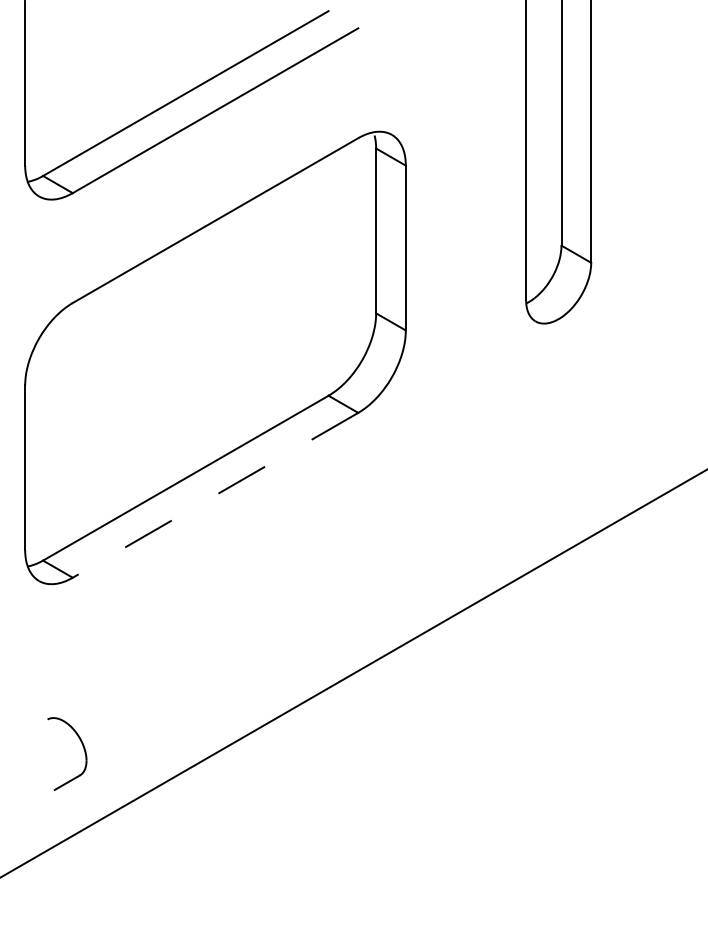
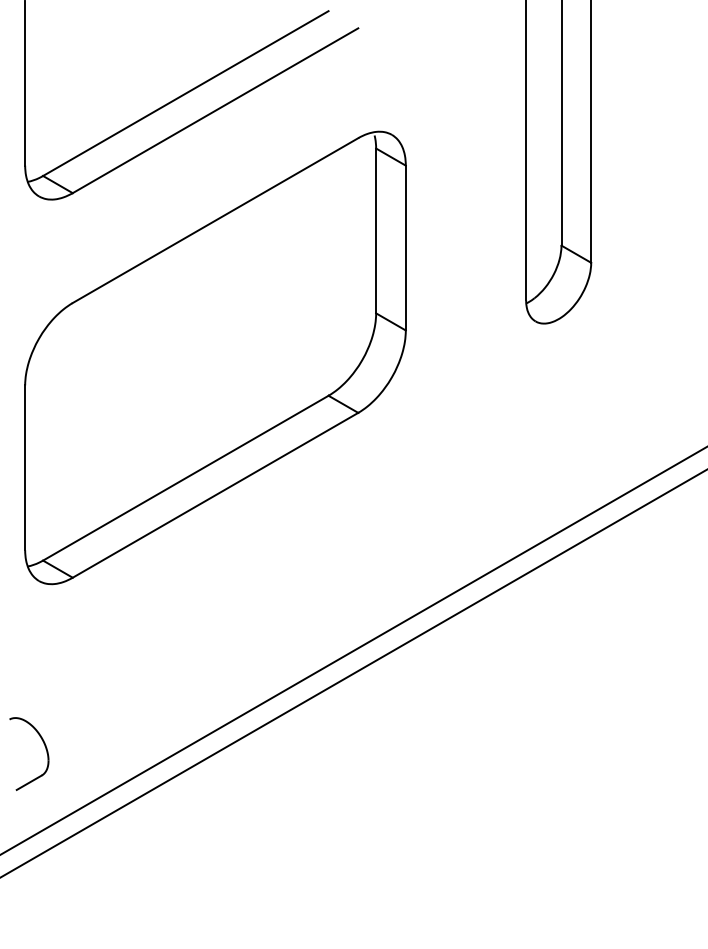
line at (215, 495): dashed -> solid
line at (353, 650): none -> present
part at (83, 749) position: (83, 749) -> (45, 749)
